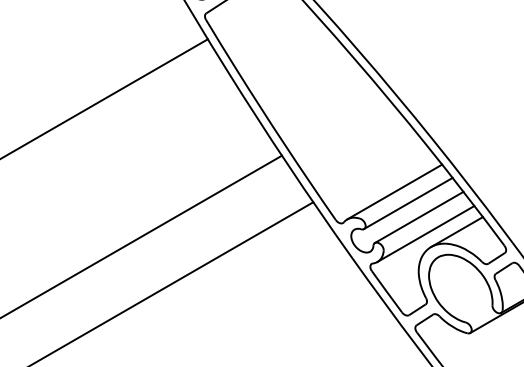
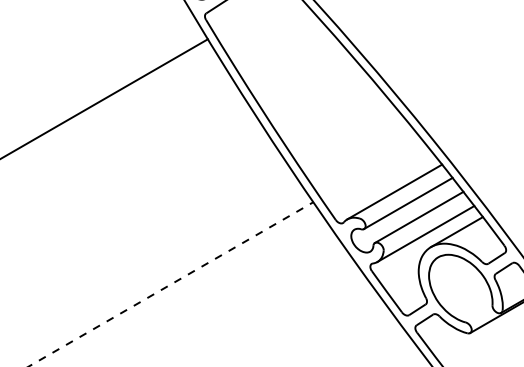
line at (141, 235): present -> none
line at (171, 284): solid -> dashed
